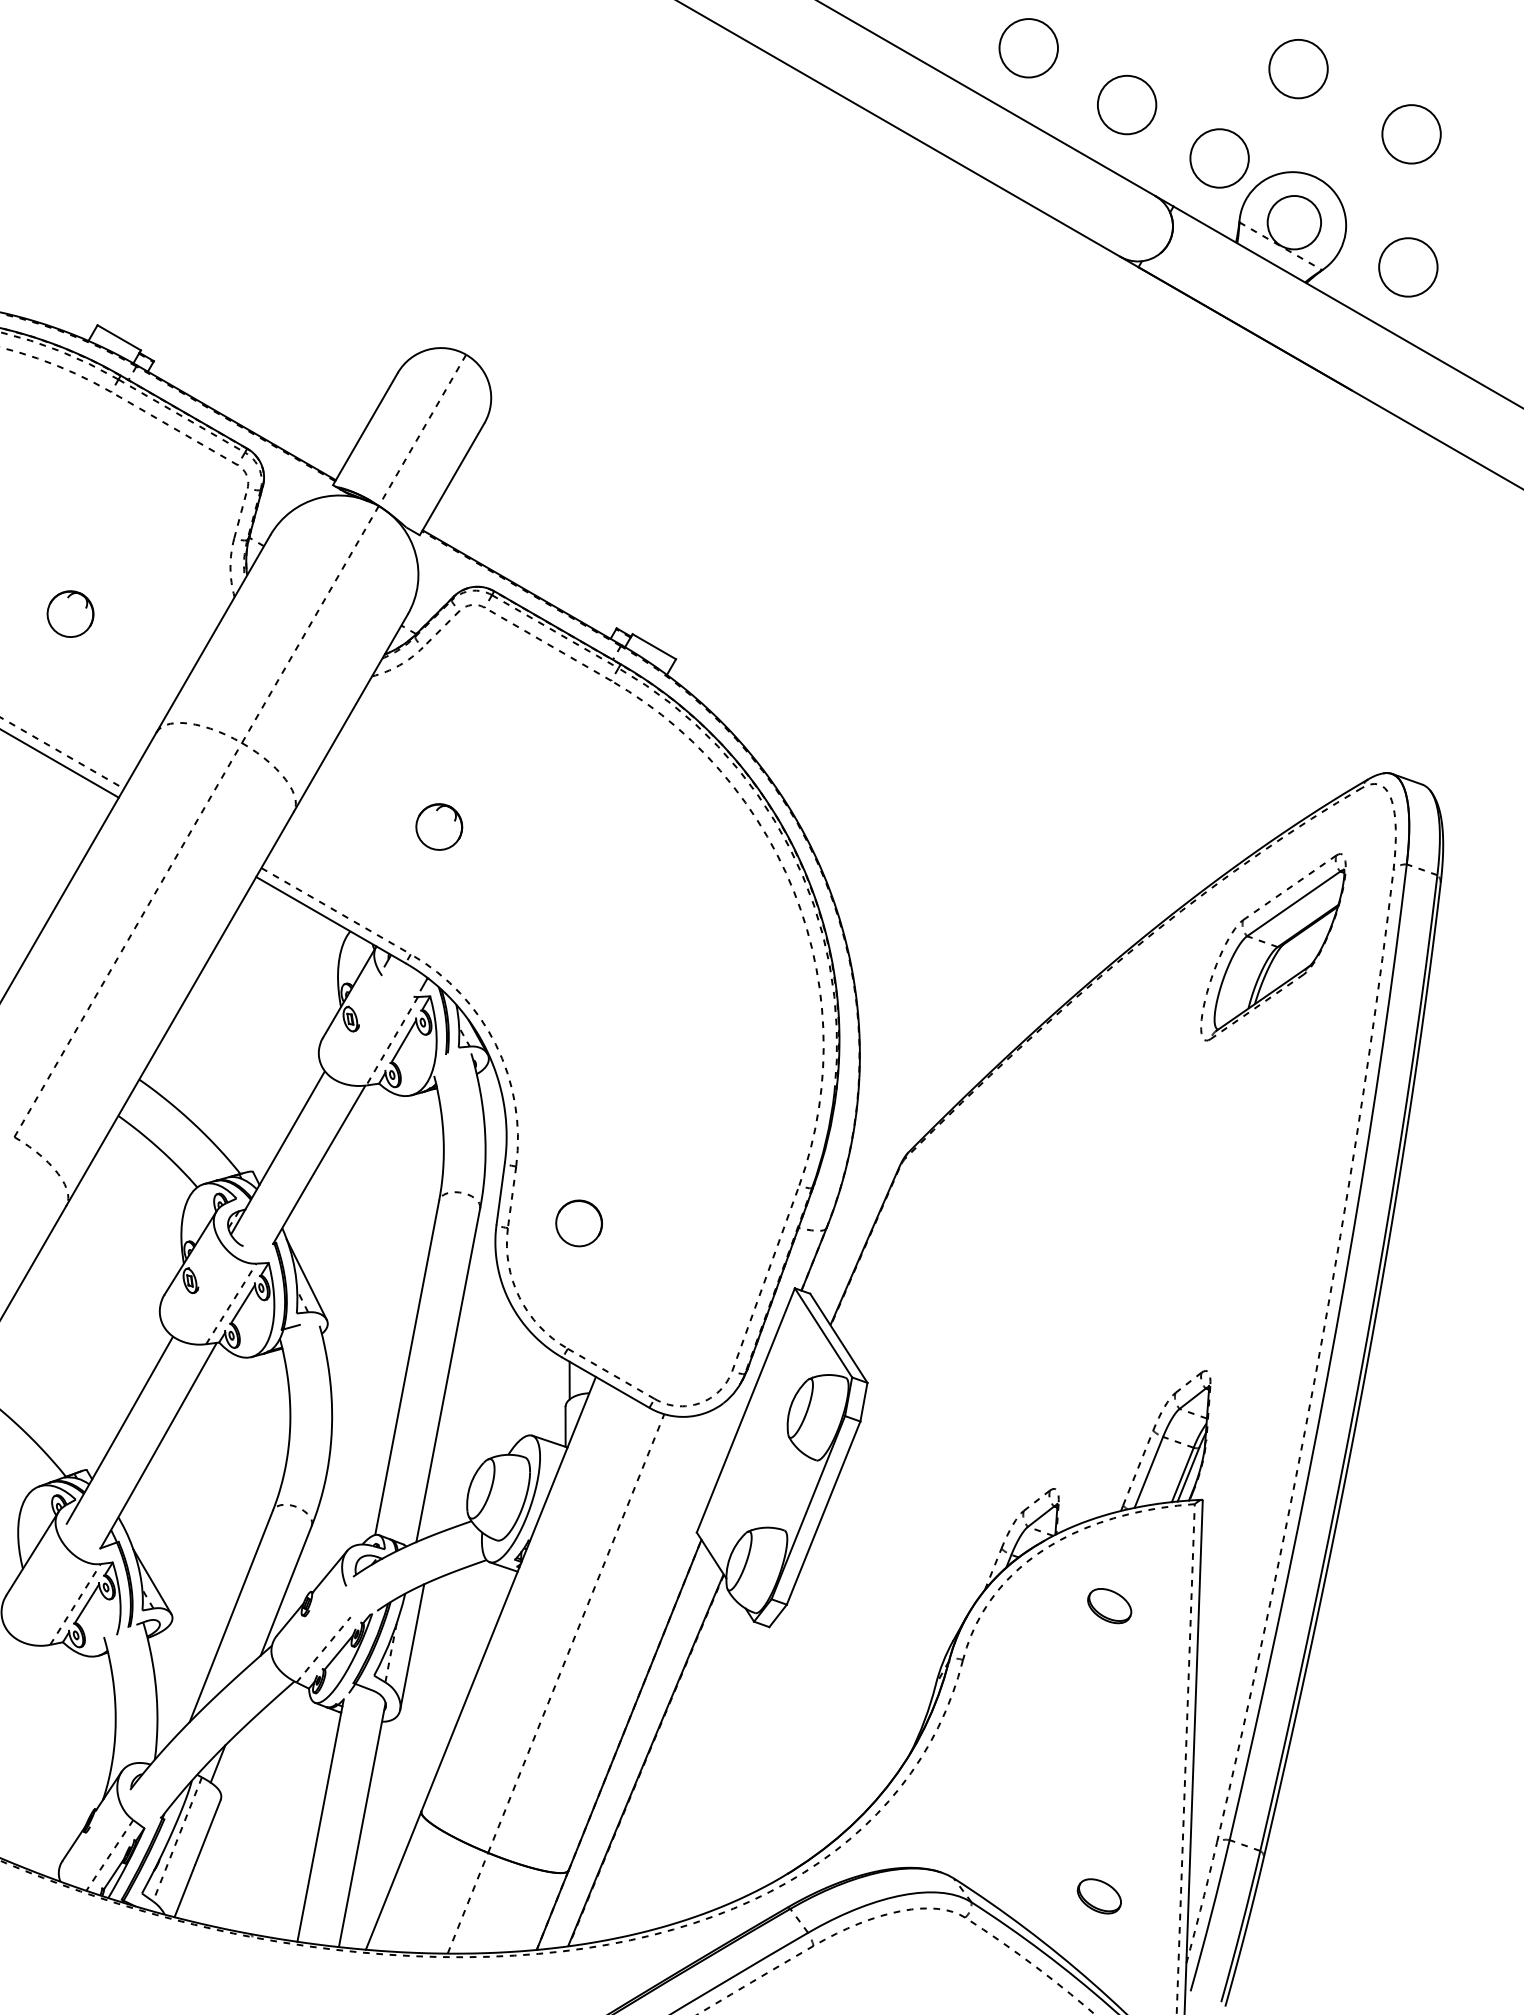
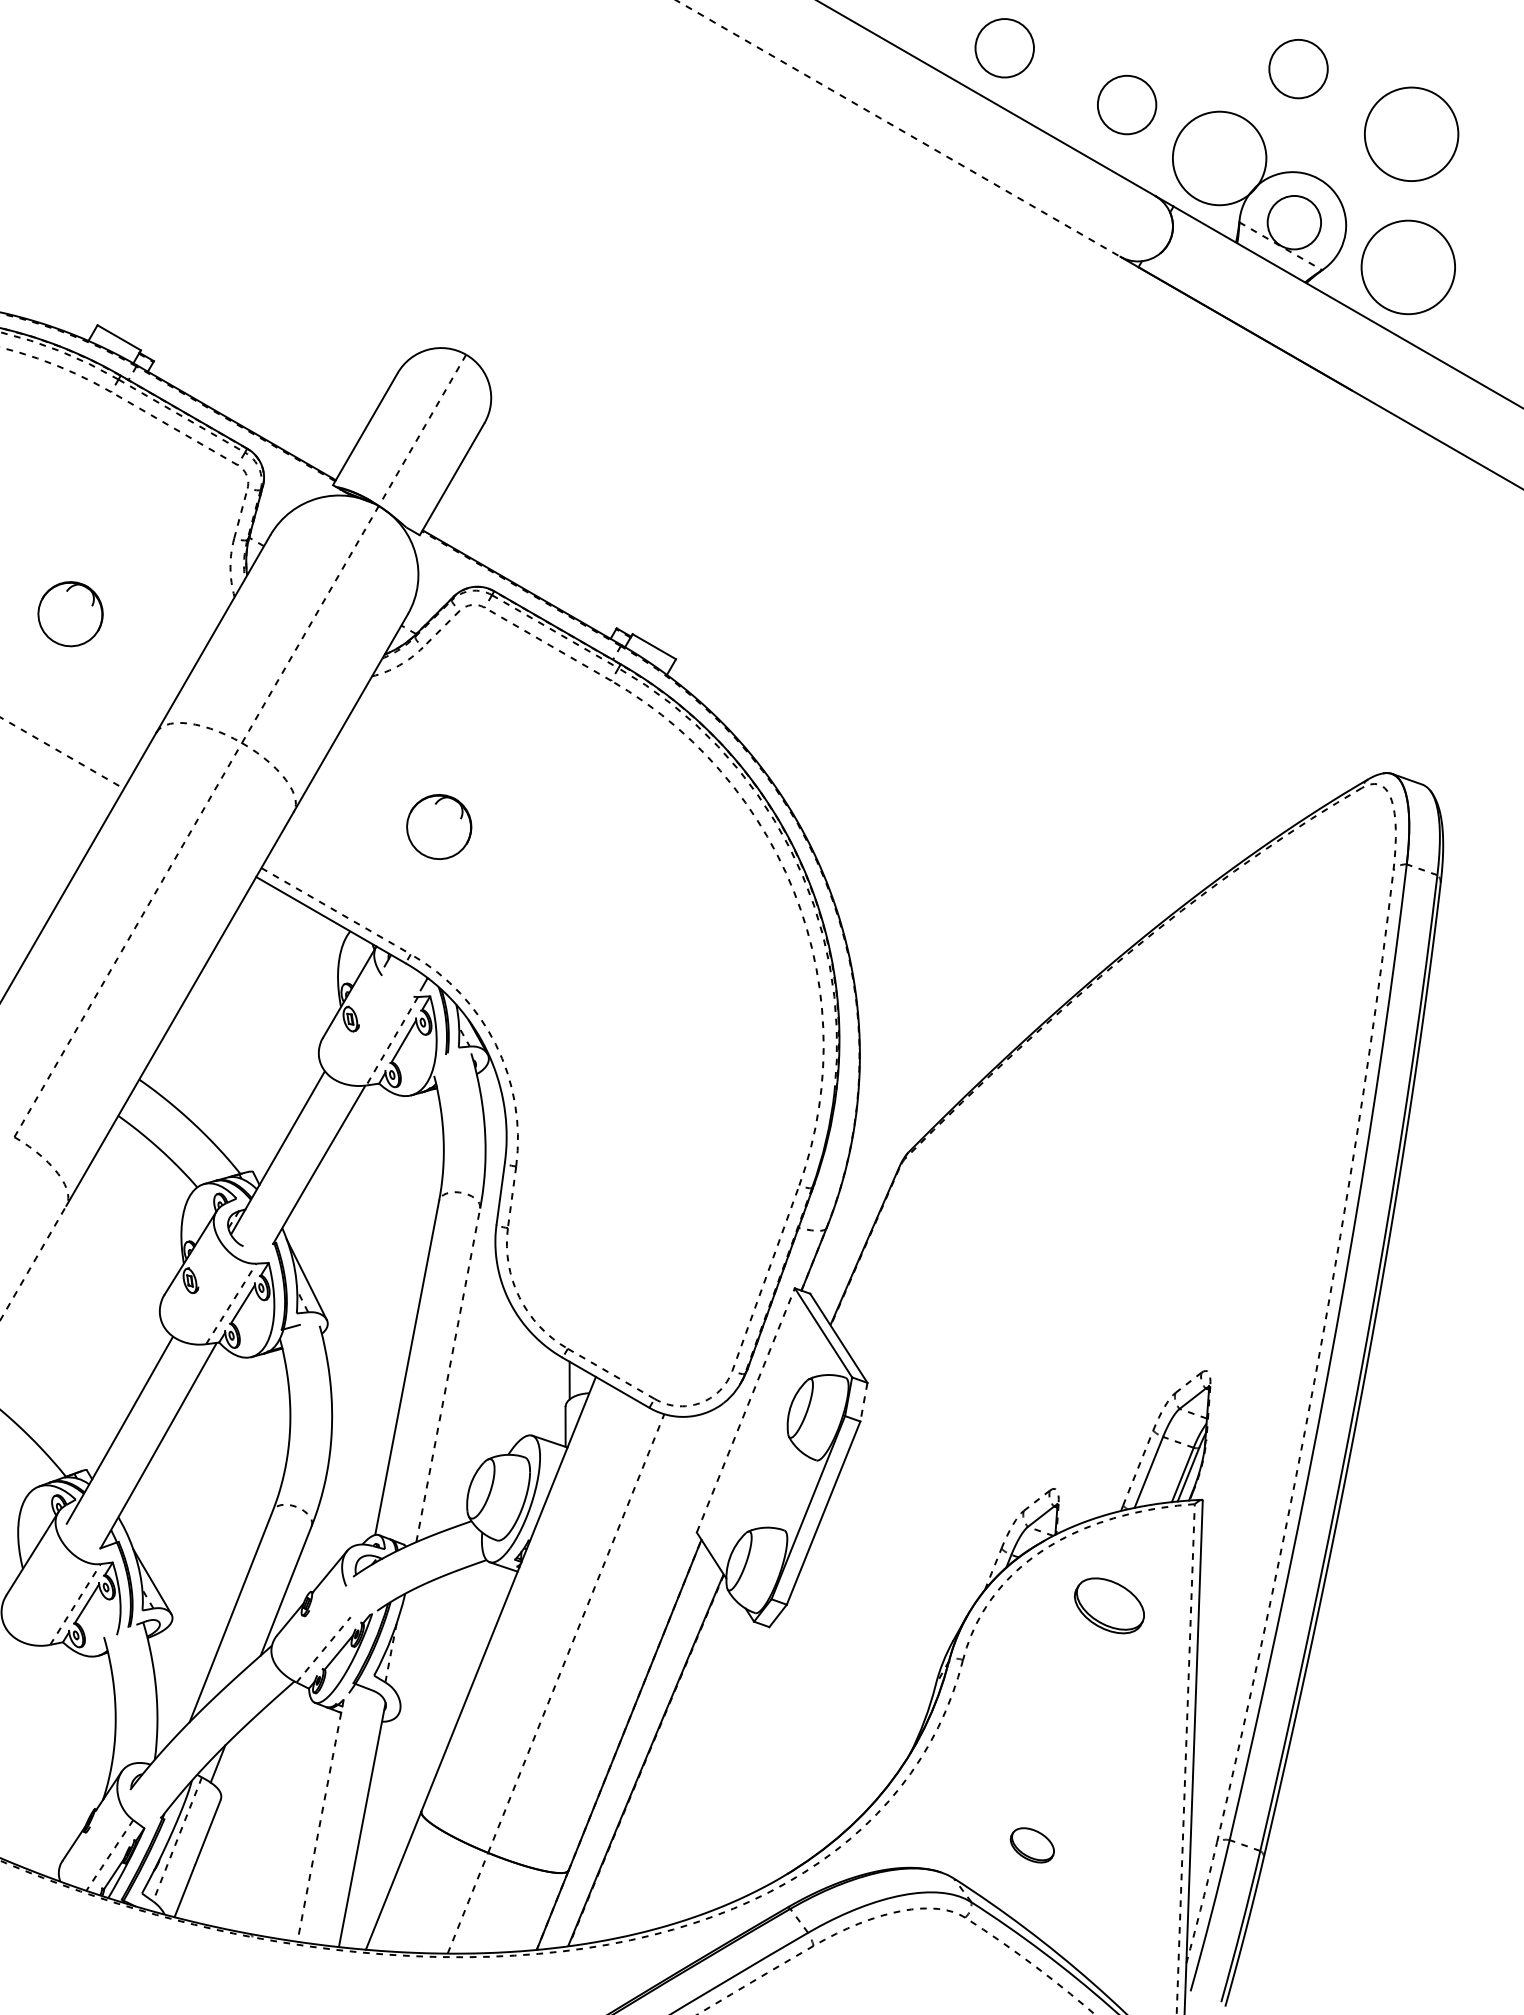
circle at (1028, 48) position: (1028, 48) -> (1004, 48)
line at (898, 128): solid -> dashed
circle at (1411, 134) diameter: 58 px -> 94 px
circle at (1219, 158) diameter: 58 px -> 94 px
circle at (1408, 267) diameter: 58 px -> 94 px
part at (70, 613) size: 49x48 px -> 67x67 px
line at (60, 763): present -> none
part at (439, 826) size: 49x48 px -> 67x67 px
part at (1273, 947): present -> none
part at (579, 1223): present -> none
line at (33, 1263): solid -> dashed
line at (448, 1375): solid -> dashed
line at (863, 1402): solid -> dashed
line at (745, 1410): solid -> dashed
part at (1109, 1606) size: 46x37 px -> 71x58 px
line at (412, 1646): present -> none
line at (320, 1821): solid -> dashed
part at (1098, 1896) position: (1098, 1896) -> (1031, 1845)
